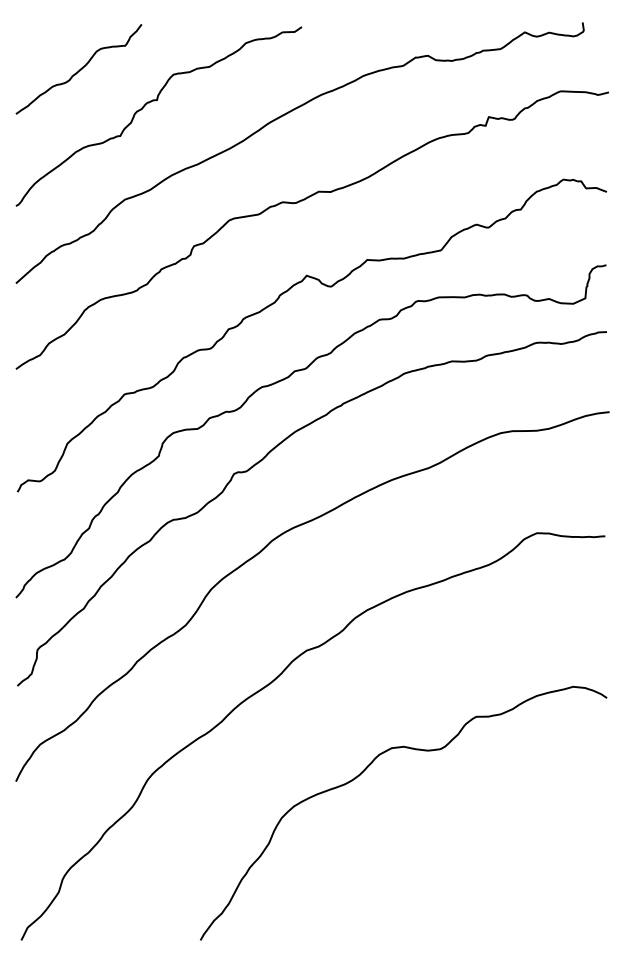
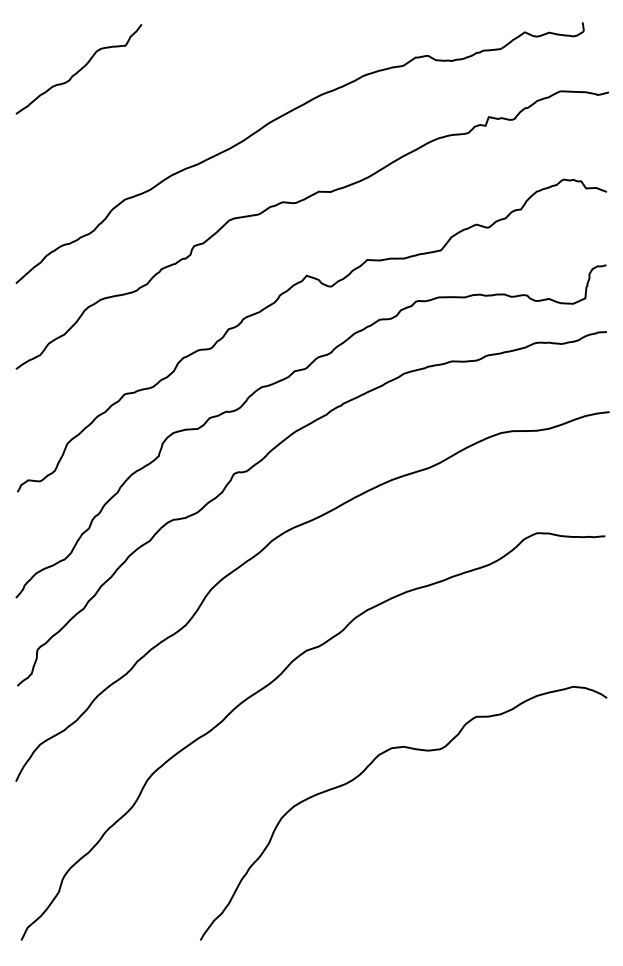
curve at (156, 101): present -> none
